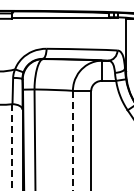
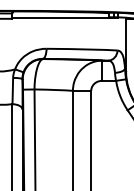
line at (72, 140): dashed -> solid
line at (12, 147): dashed -> solid
